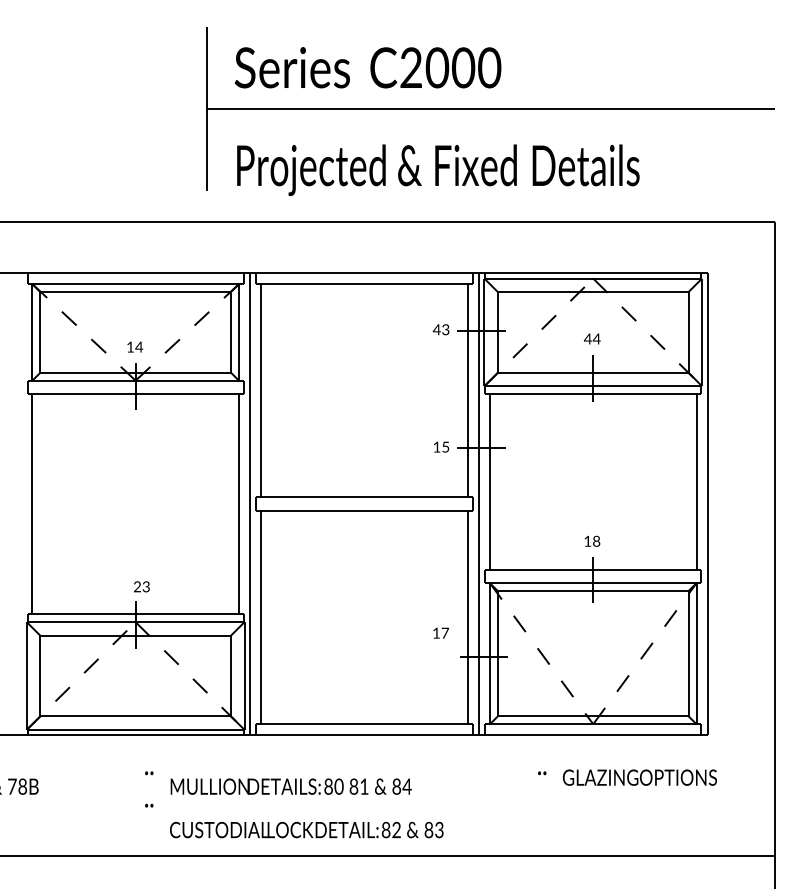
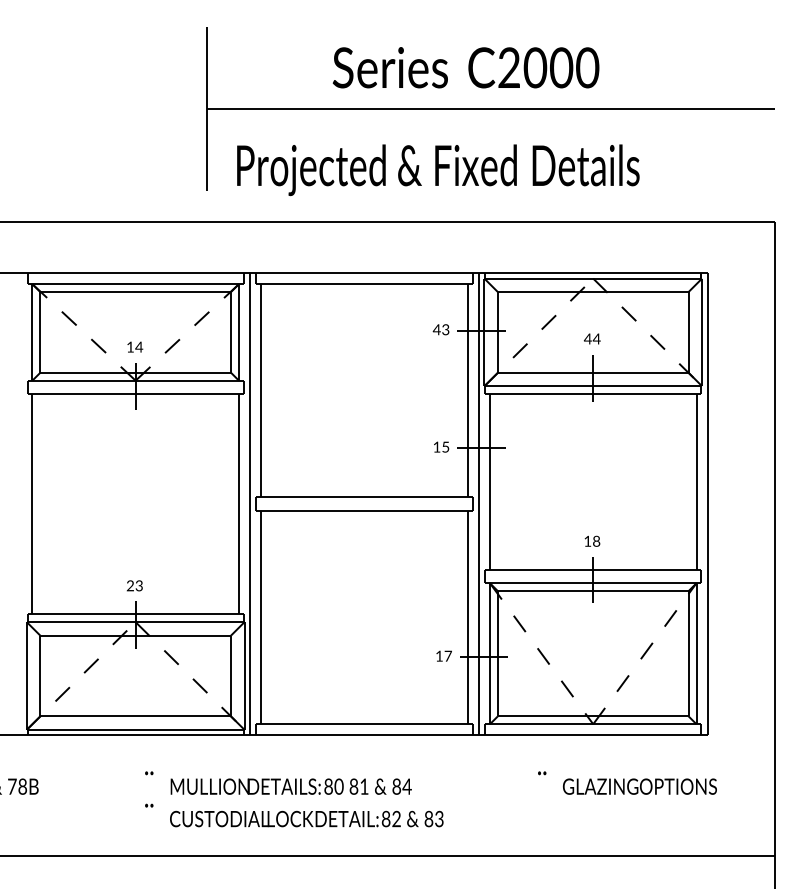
text at (367, 67) position: (367, 67) -> (465, 67)
text at (141, 586) position: (141, 586) -> (134, 585)
text at (440, 632) position: (440, 632) -> (443, 655)
text at (639, 777) position: (639, 777) -> (639, 786)
text at (306, 829) position: (306, 829) -> (306, 818)
